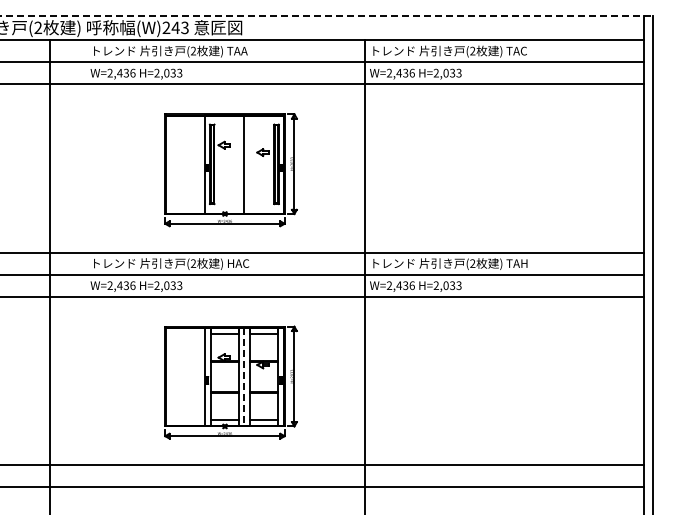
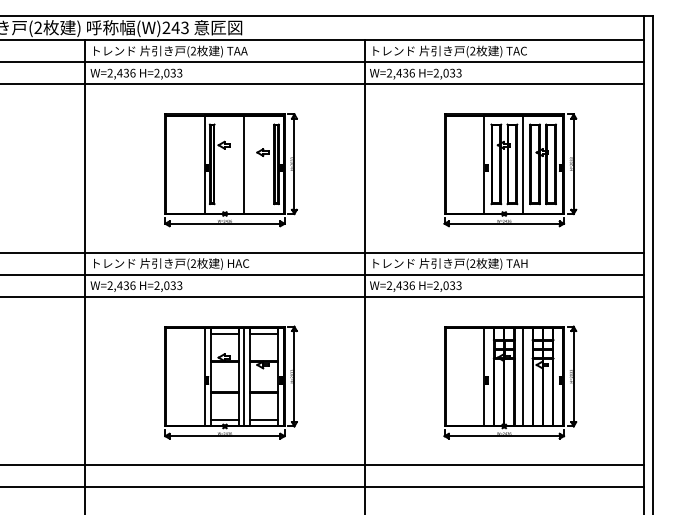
line at (326, 15): dashed -> solid
part at (510, 170): none -> present
line at (50, 275) position: (50, 275) -> (85, 275)
line at (243, 377): dashed -> solid
part at (510, 382): none -> present
